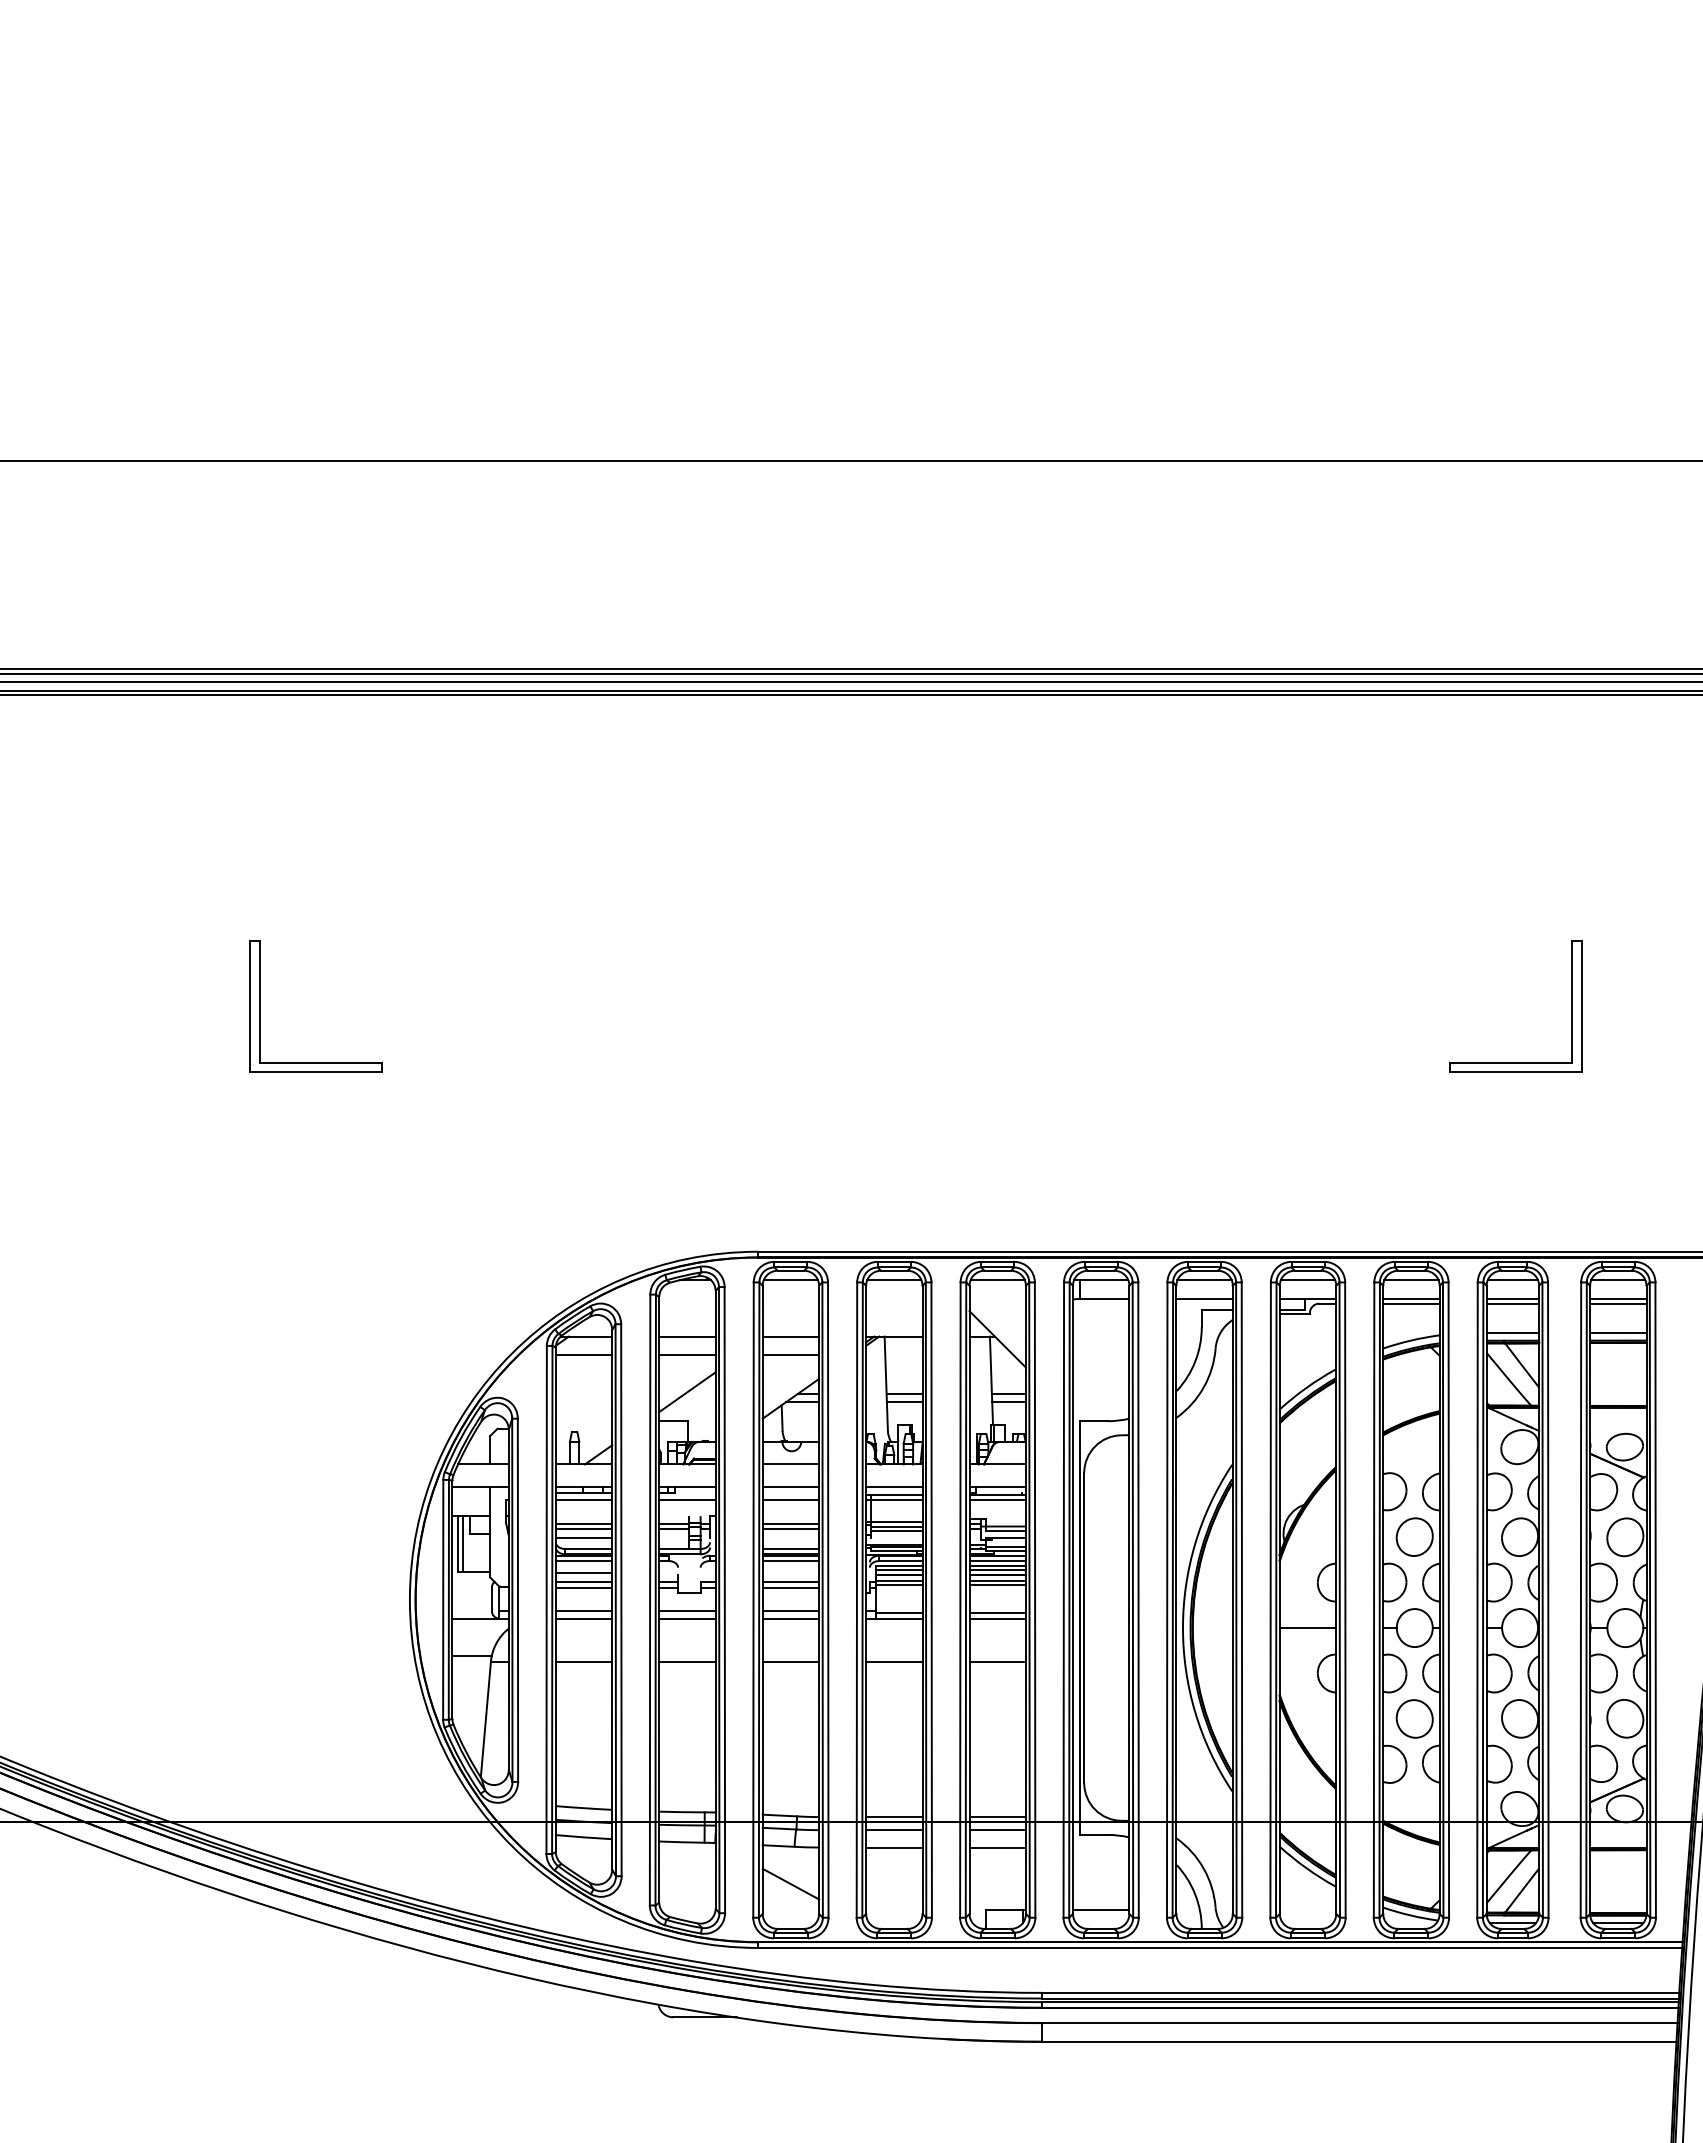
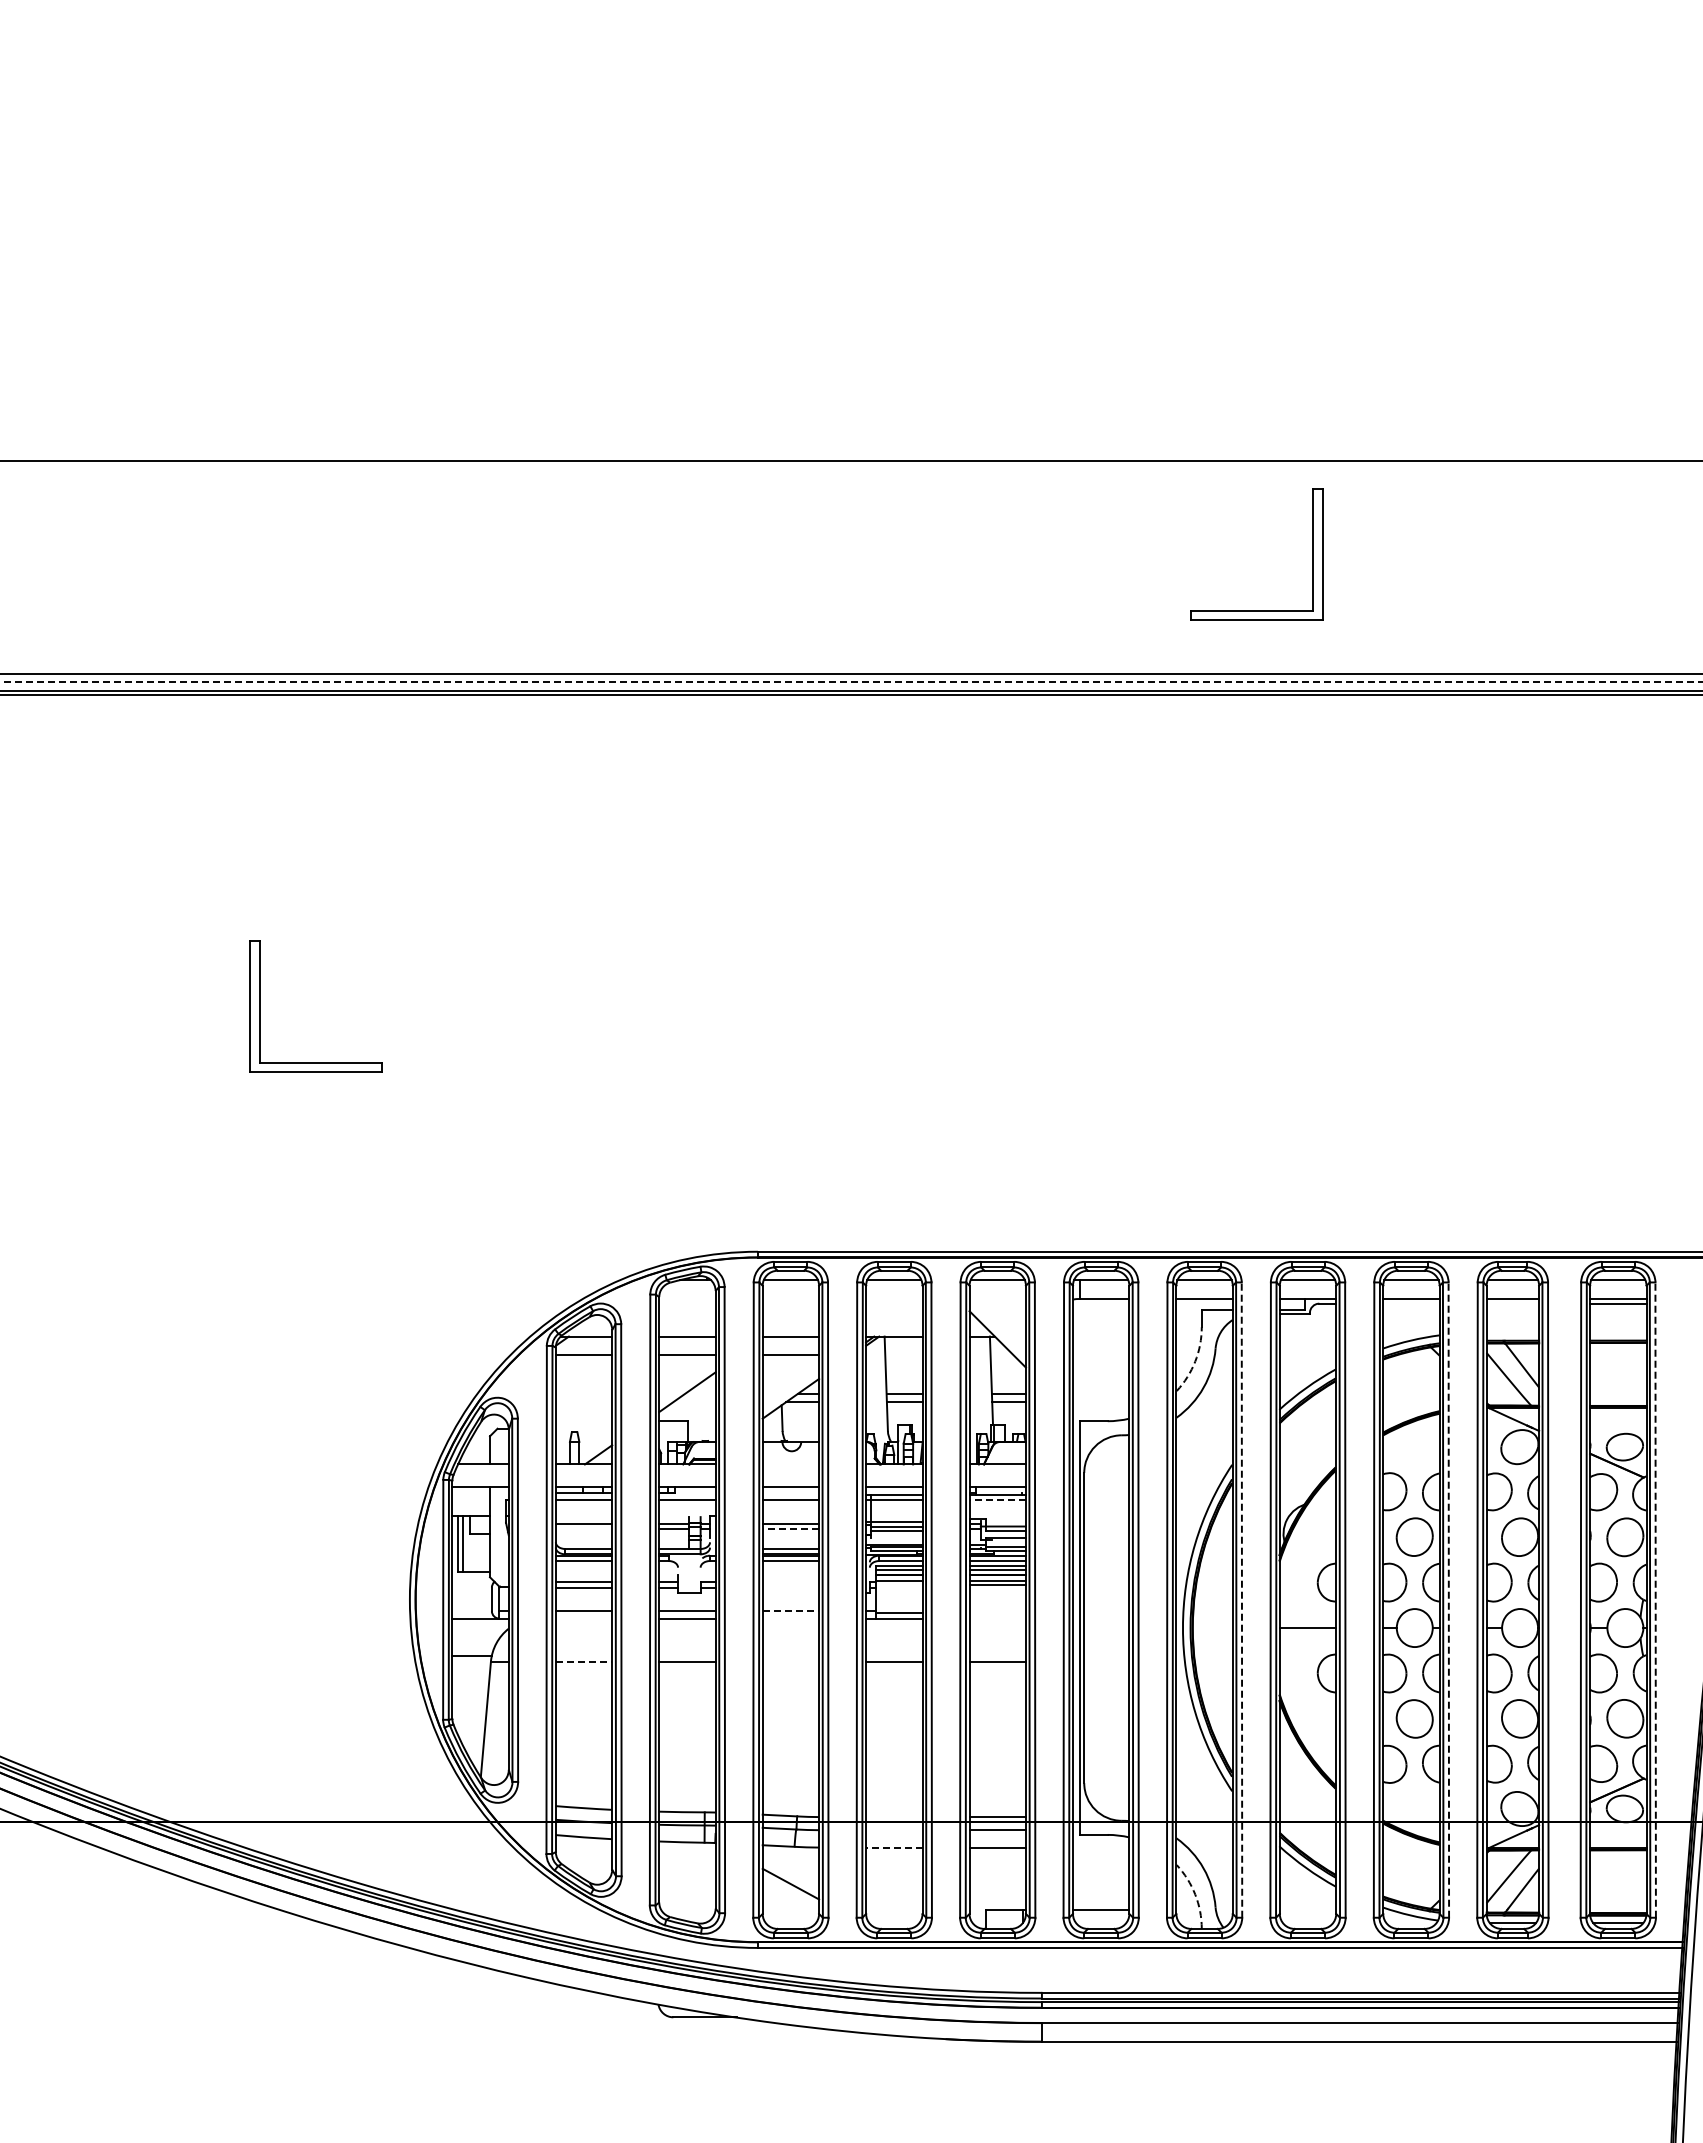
line at (850, 669): present -> none
line at (851, 682): solid -> dashed
part at (1571, 1006) position: (1571, 1006) -> (1312, 554)
line at (1411, 1303): present -> none
line at (1512, 1303): present -> none
line at (1512, 1332): present -> none
line at (1618, 1332): present -> none
arc at (1195, 1361): solid -> dashed
line at (790, 1464): present -> none
line at (997, 1500): solid -> dashed
line at (583, 1529): present -> none
line at (790, 1529): solid -> dashed
line at (583, 1538): present -> none
line at (583, 1572): present -> none
line at (790, 1582): present -> none
line at (899, 1584): present -> none
line at (790, 1587): present -> none
line at (1241, 1600): solid -> dashed
line at (1448, 1600): solid -> dashed
line at (1655, 1600): solid -> dashed
line at (791, 1611): solid -> dashed
line at (997, 1613): present -> none
line at (583, 1618): present -> none
line at (790, 1618): present -> none
line at (997, 1618): present -> none
line at (584, 1661): solid -> dashed
line at (790, 1661): present -> none
line at (894, 1817): present -> none
line at (894, 1830): present -> none
line at (893, 1847): solid -> dashed
arc at (1195, 1894): solid -> dashed
